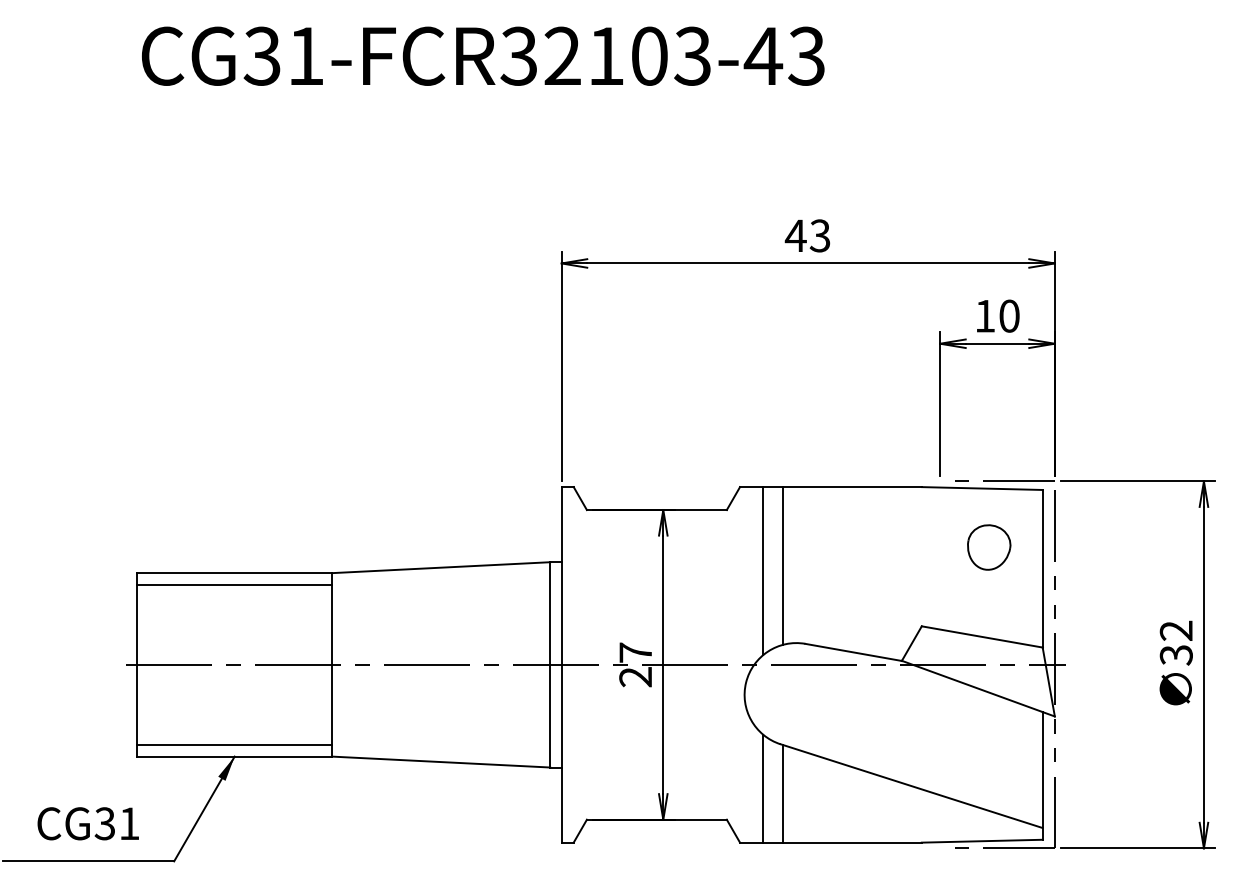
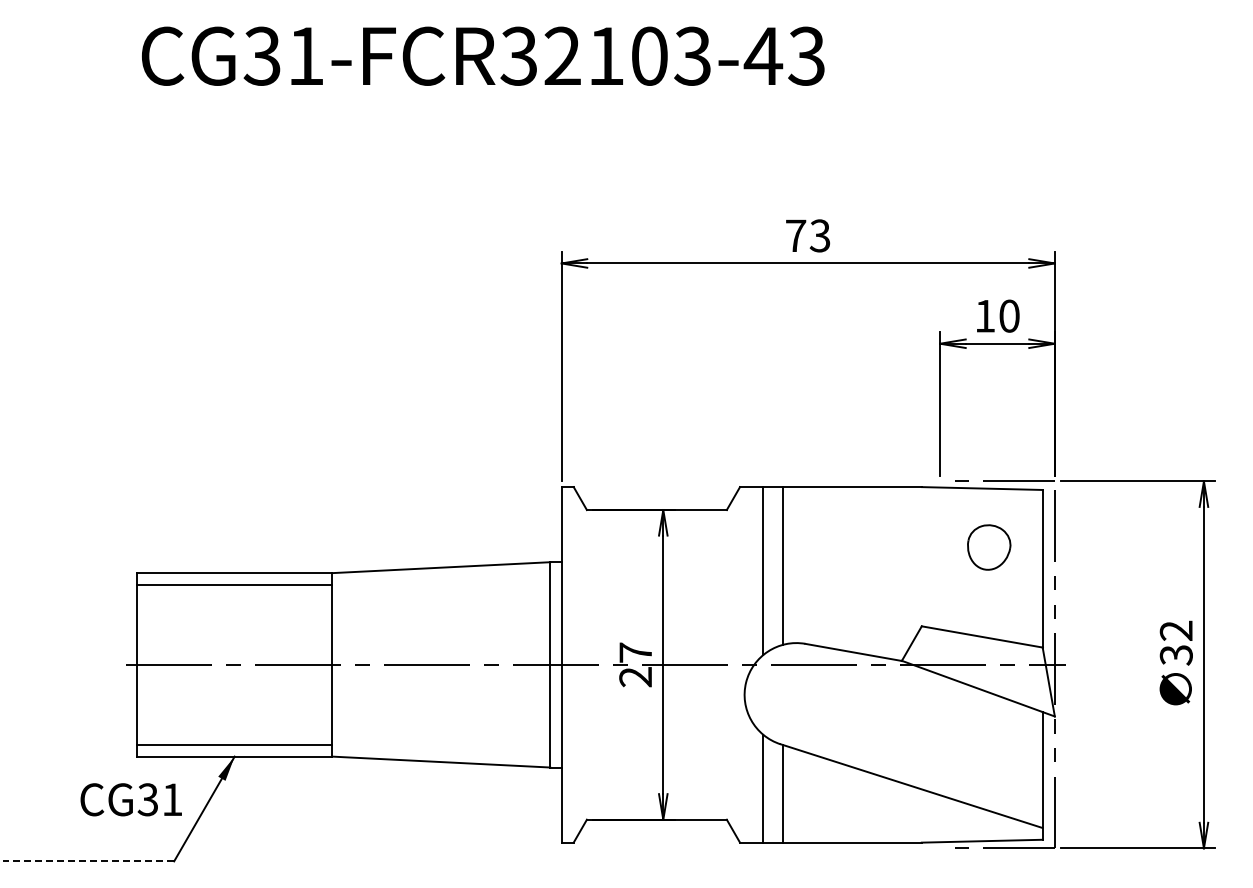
text at (795, 235): 43 -> 73
text at (87, 823) position: (87, 823) -> (130, 799)
line at (88, 861): solid -> dashed
